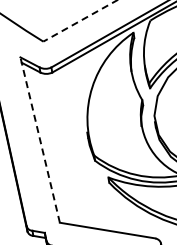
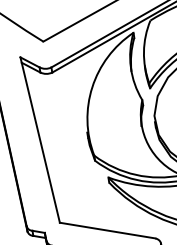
line at (79, 21): dashed -> solid
line at (40, 140): dashed -> solid
